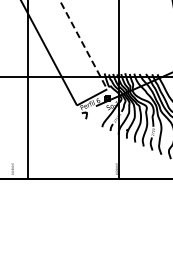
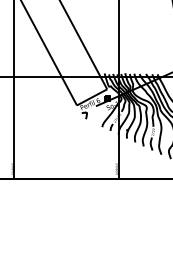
line at (83, 45): dashed -> solid
line at (28, 90) position: (28, 90) -> (14, 90)
